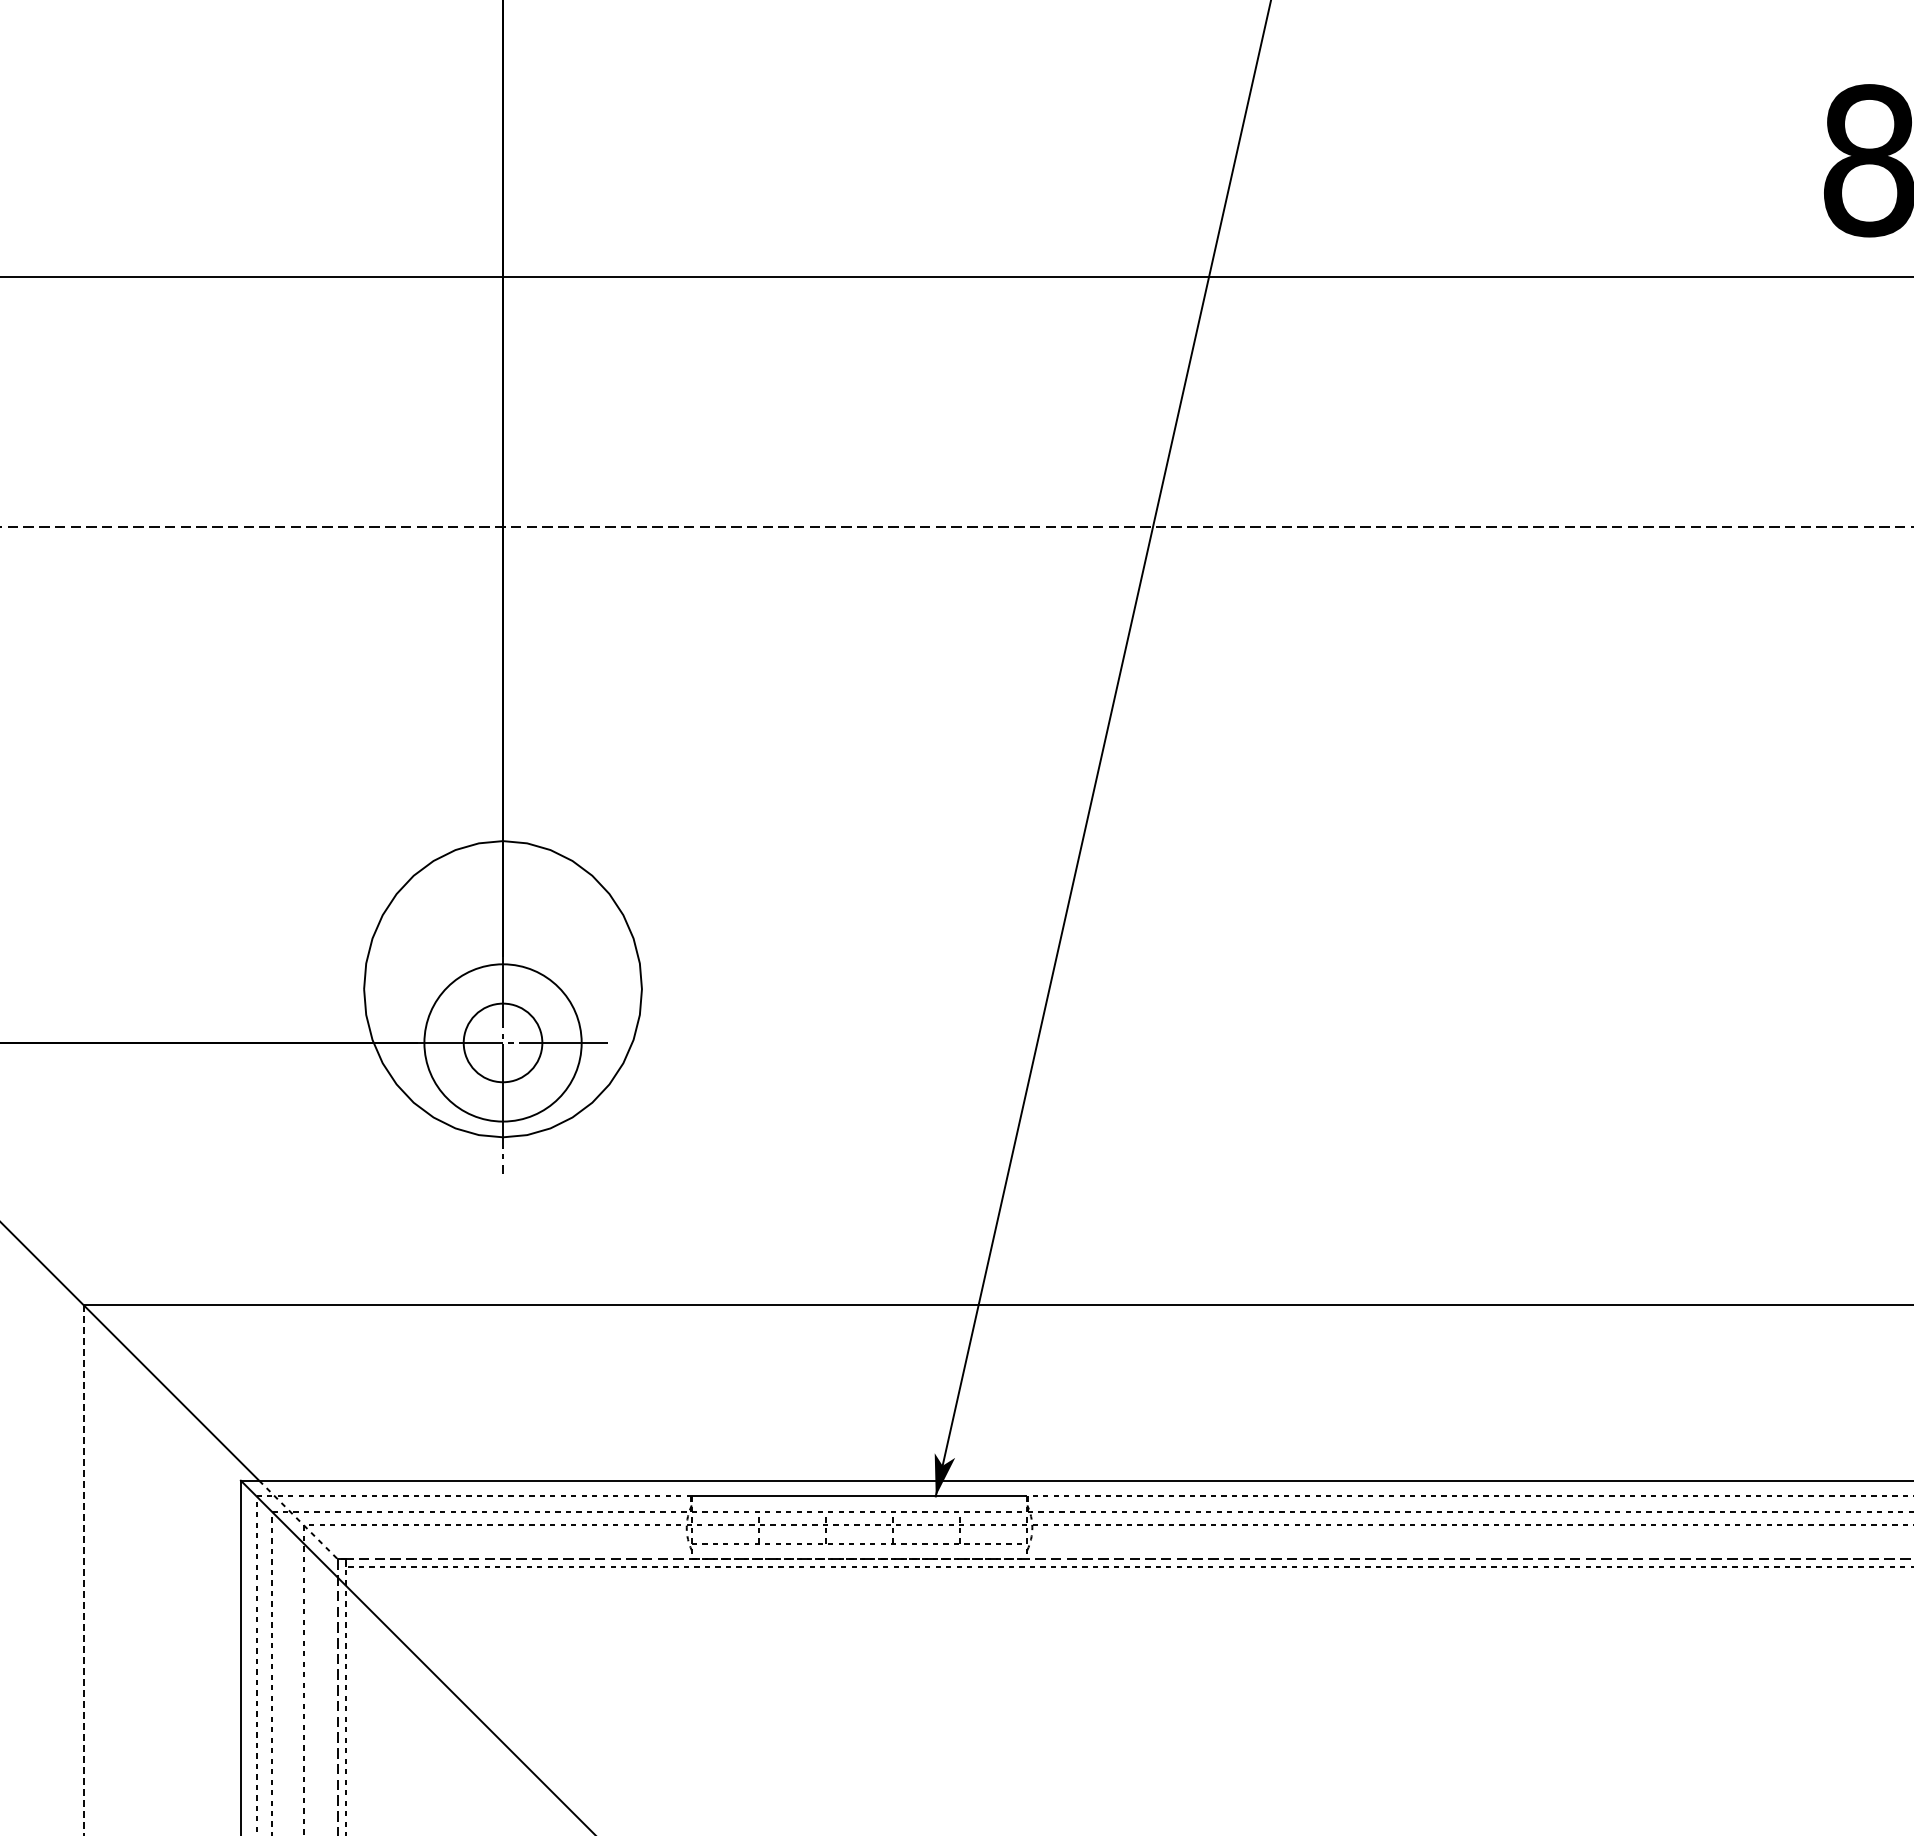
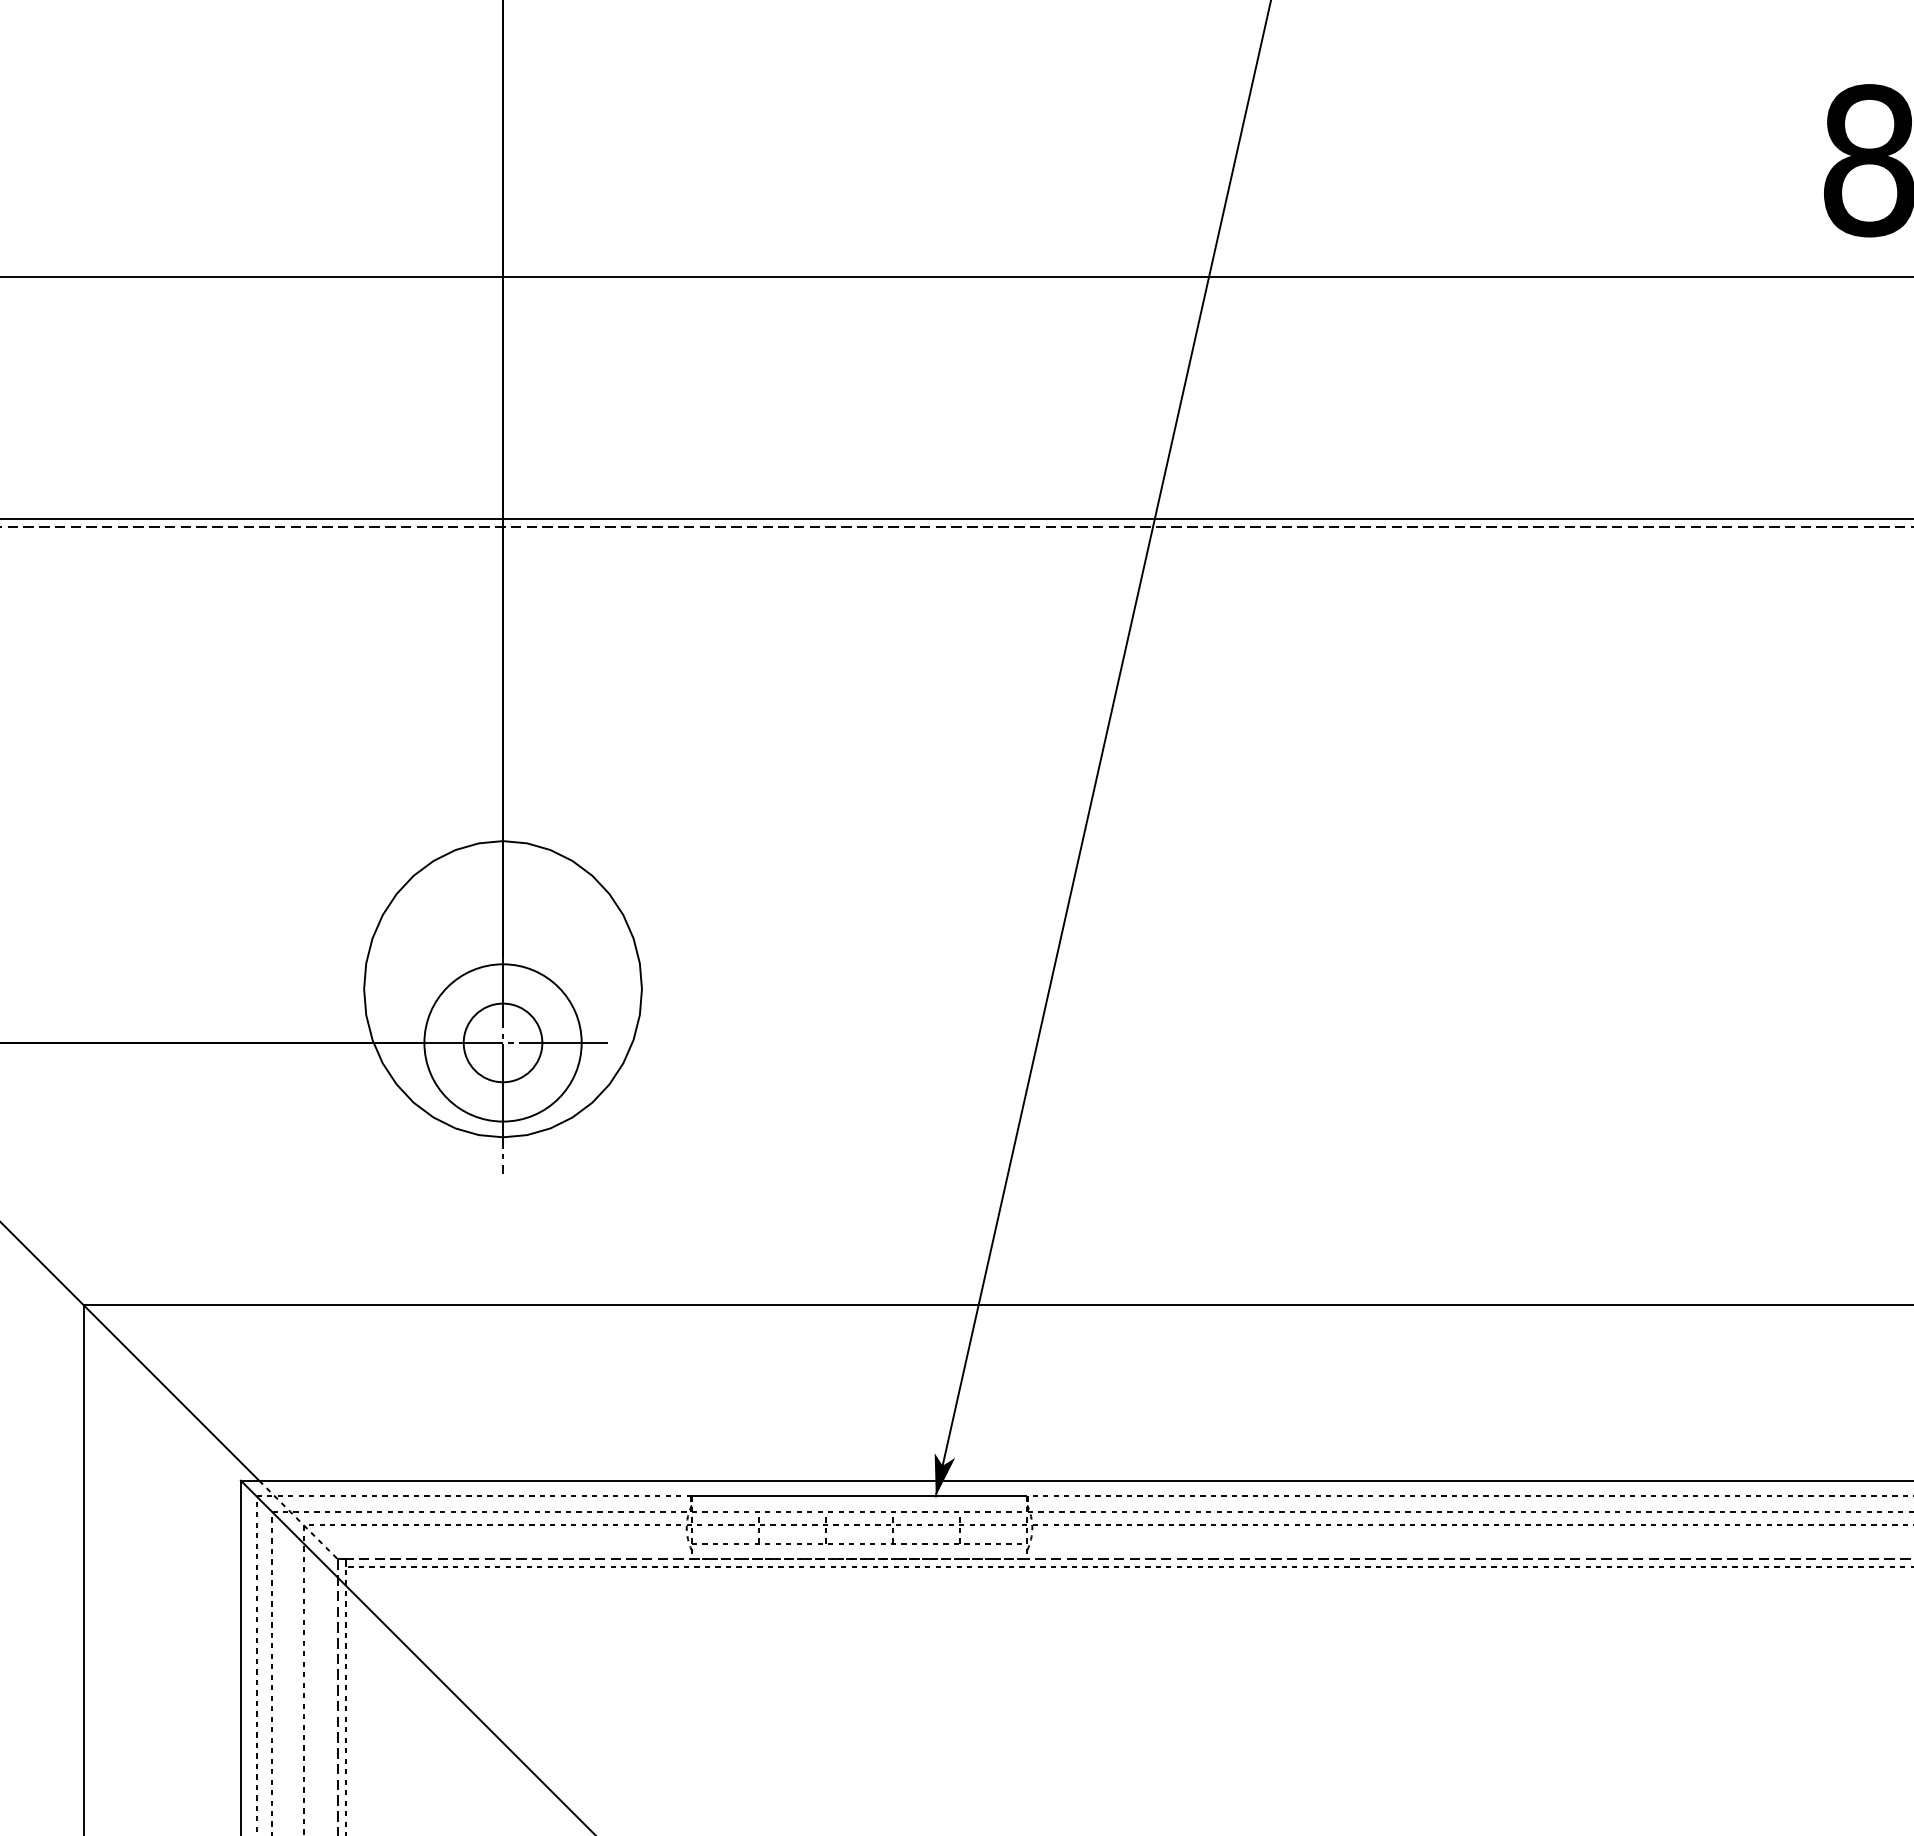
line at (956, 518): none -> present
line at (83, 1570): dashed -> solid
